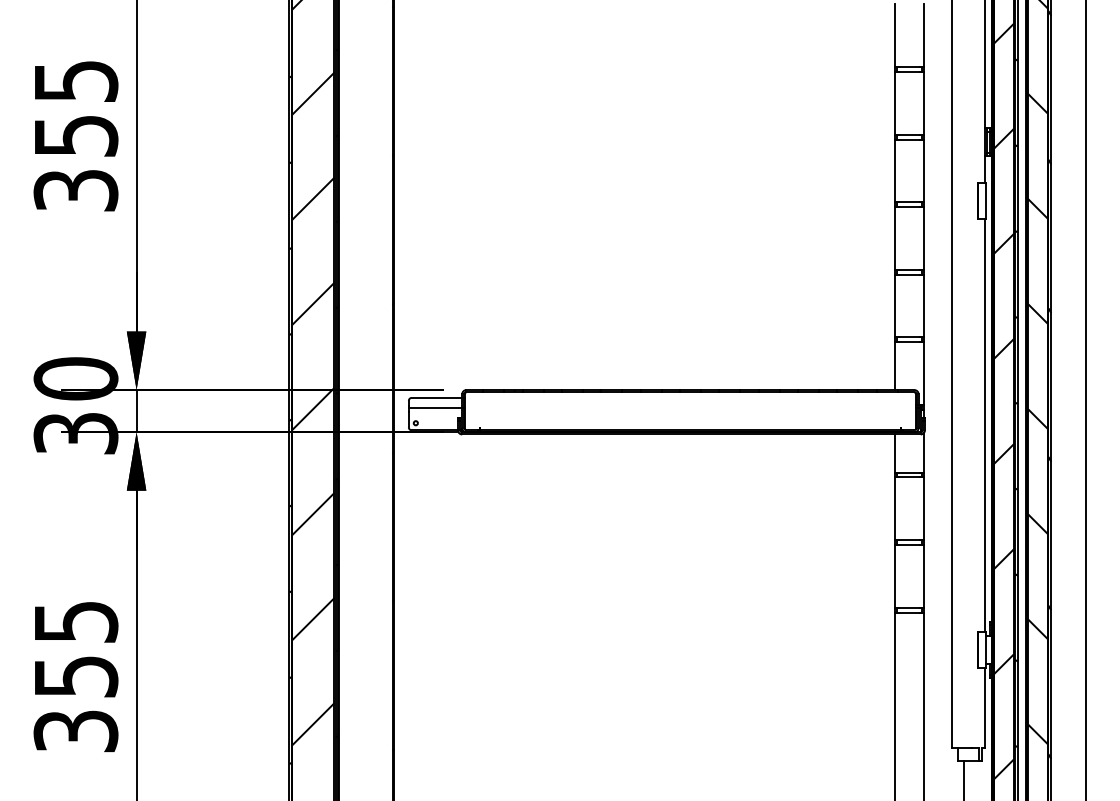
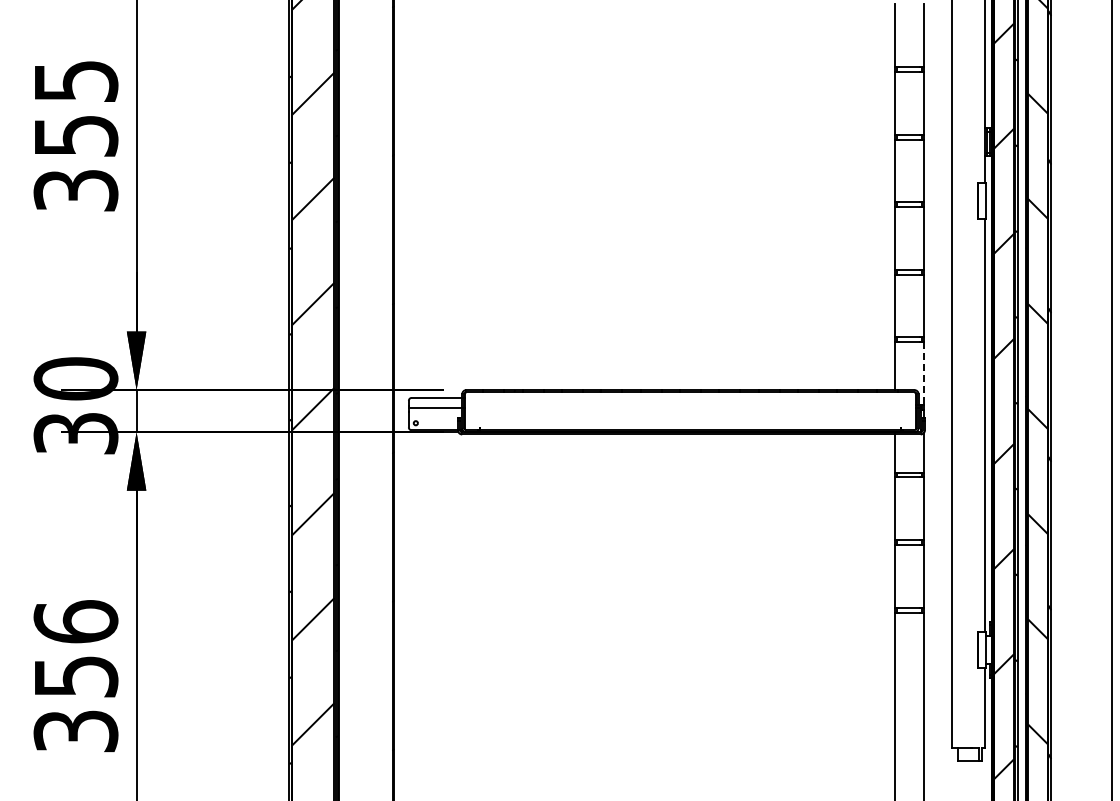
line at (923, 374): solid -> dashed
line at (1086, 399) position: (1086, 399) -> (1112, 399)
text at (75, 621): 355 -> 356
line at (963, 778): present -> none
